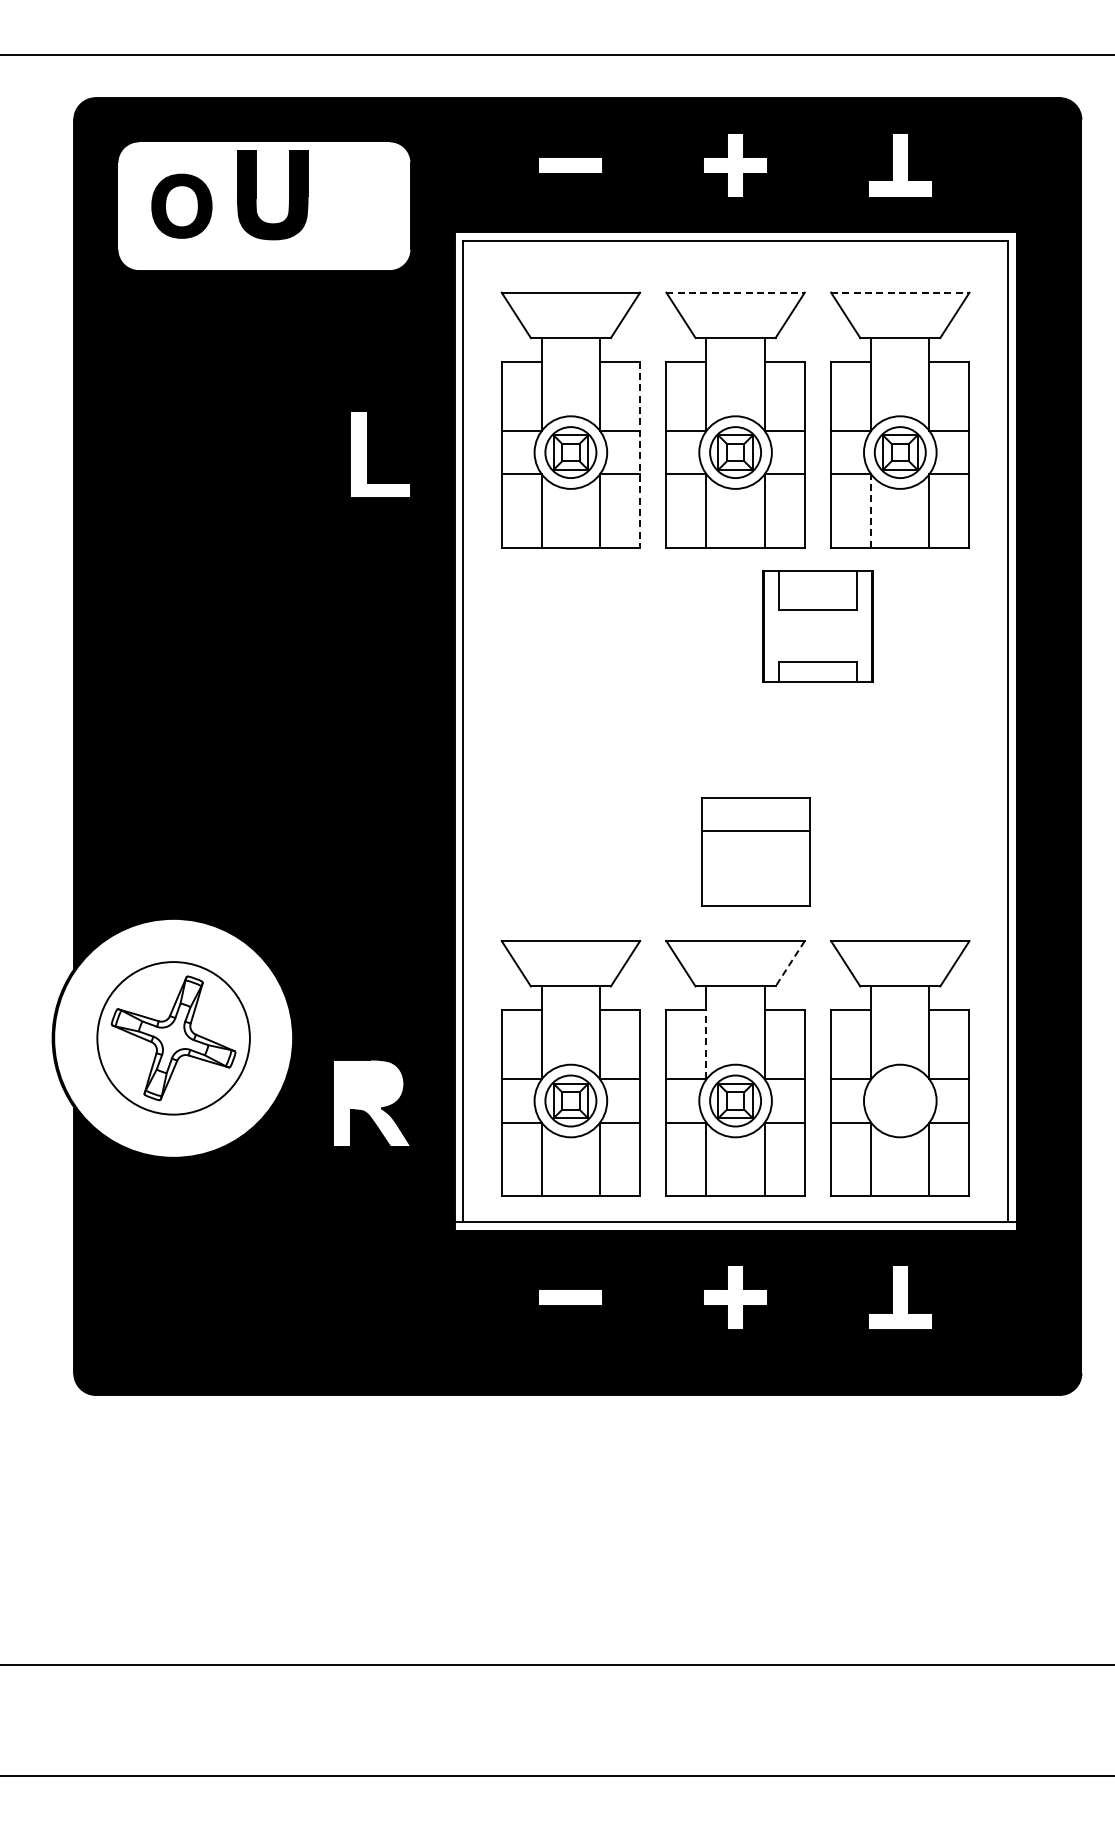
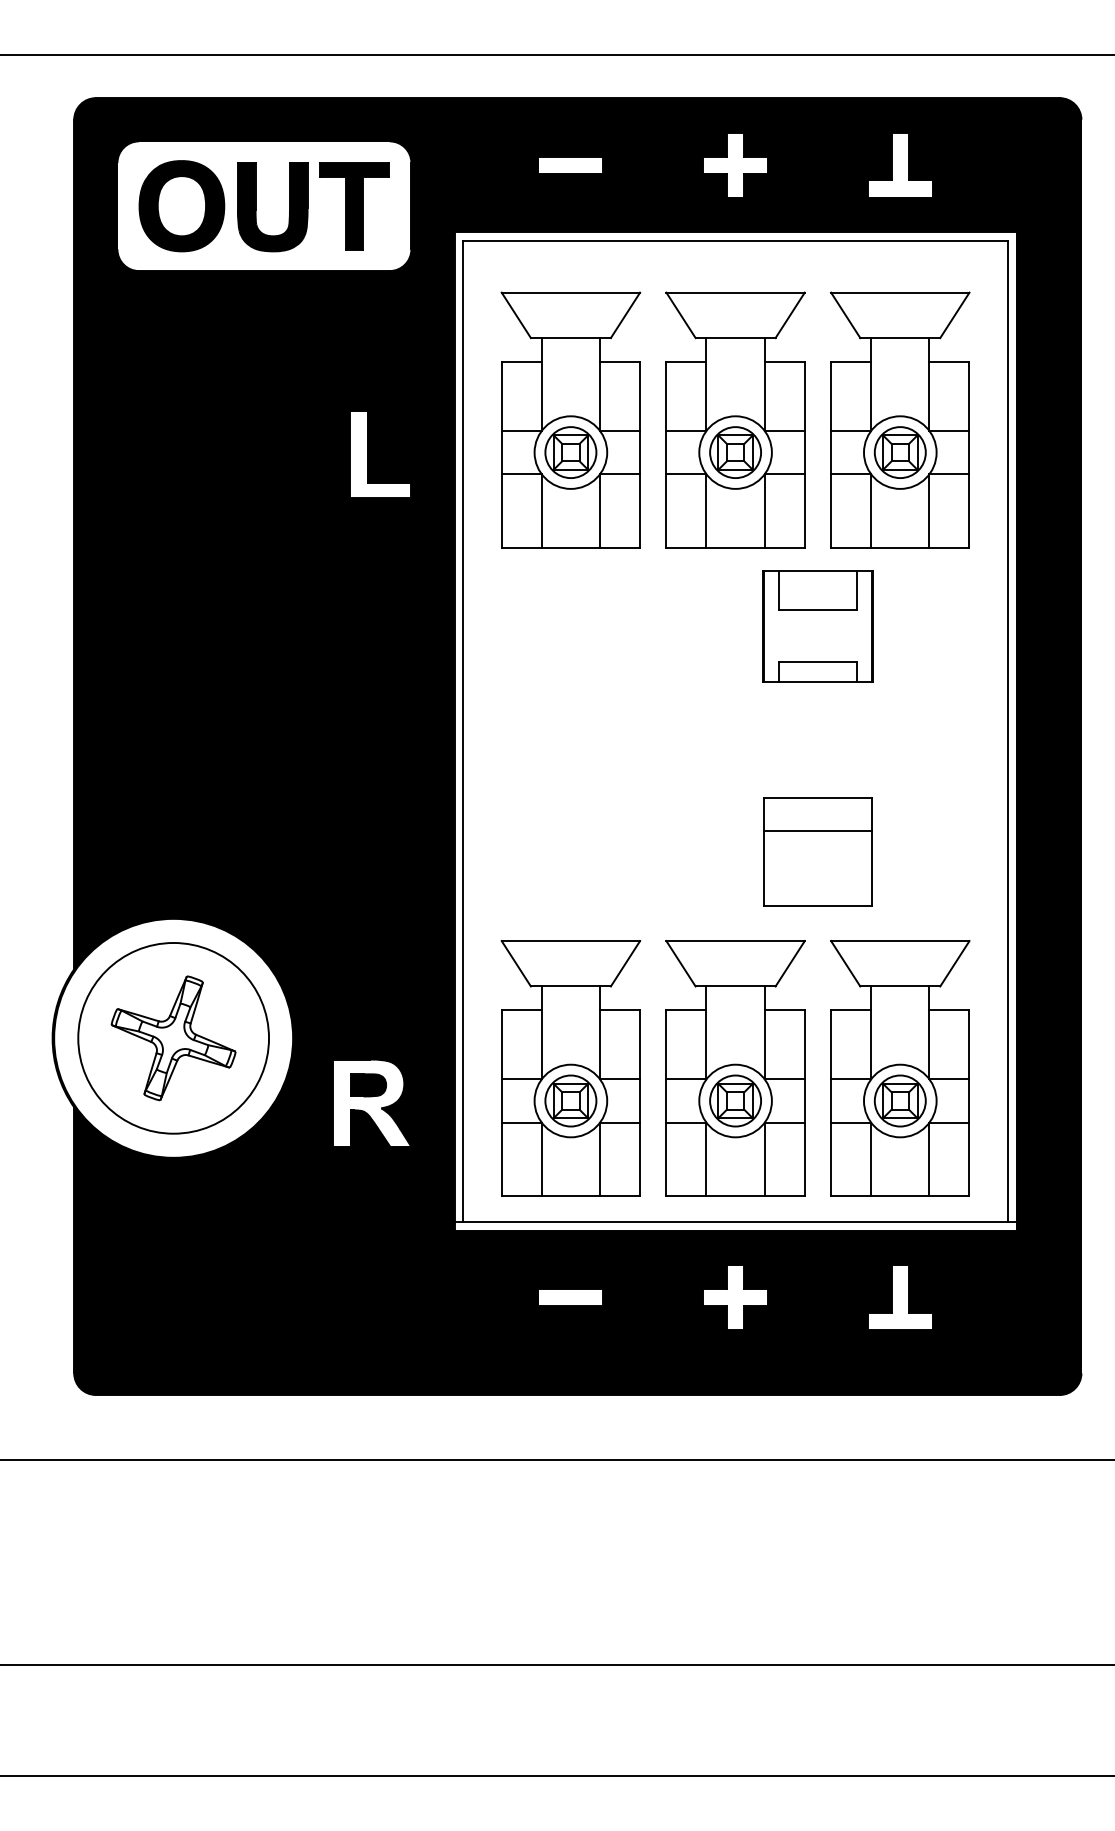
part at (256, 195) position: (256, 195) -> (256, 207)
part at (181, 205) size: 62x66 px -> 88x93 px
part at (354, 206): none -> present
line at (736, 292): dashed -> solid
line at (900, 292): dashed -> solid
line at (640, 454): dashed -> solid
line at (871, 510): dashed -> solid
part at (755, 851) position: (755, 851) -> (817, 851)
line at (790, 963): dashed -> solid
circle at (173, 1038) diameter: 153 px -> 191 px
line at (706, 1044): dashed -> solid
part at (368, 1085): none -> present
part at (899, 1100): none -> present
line at (556, 1459): none -> present
